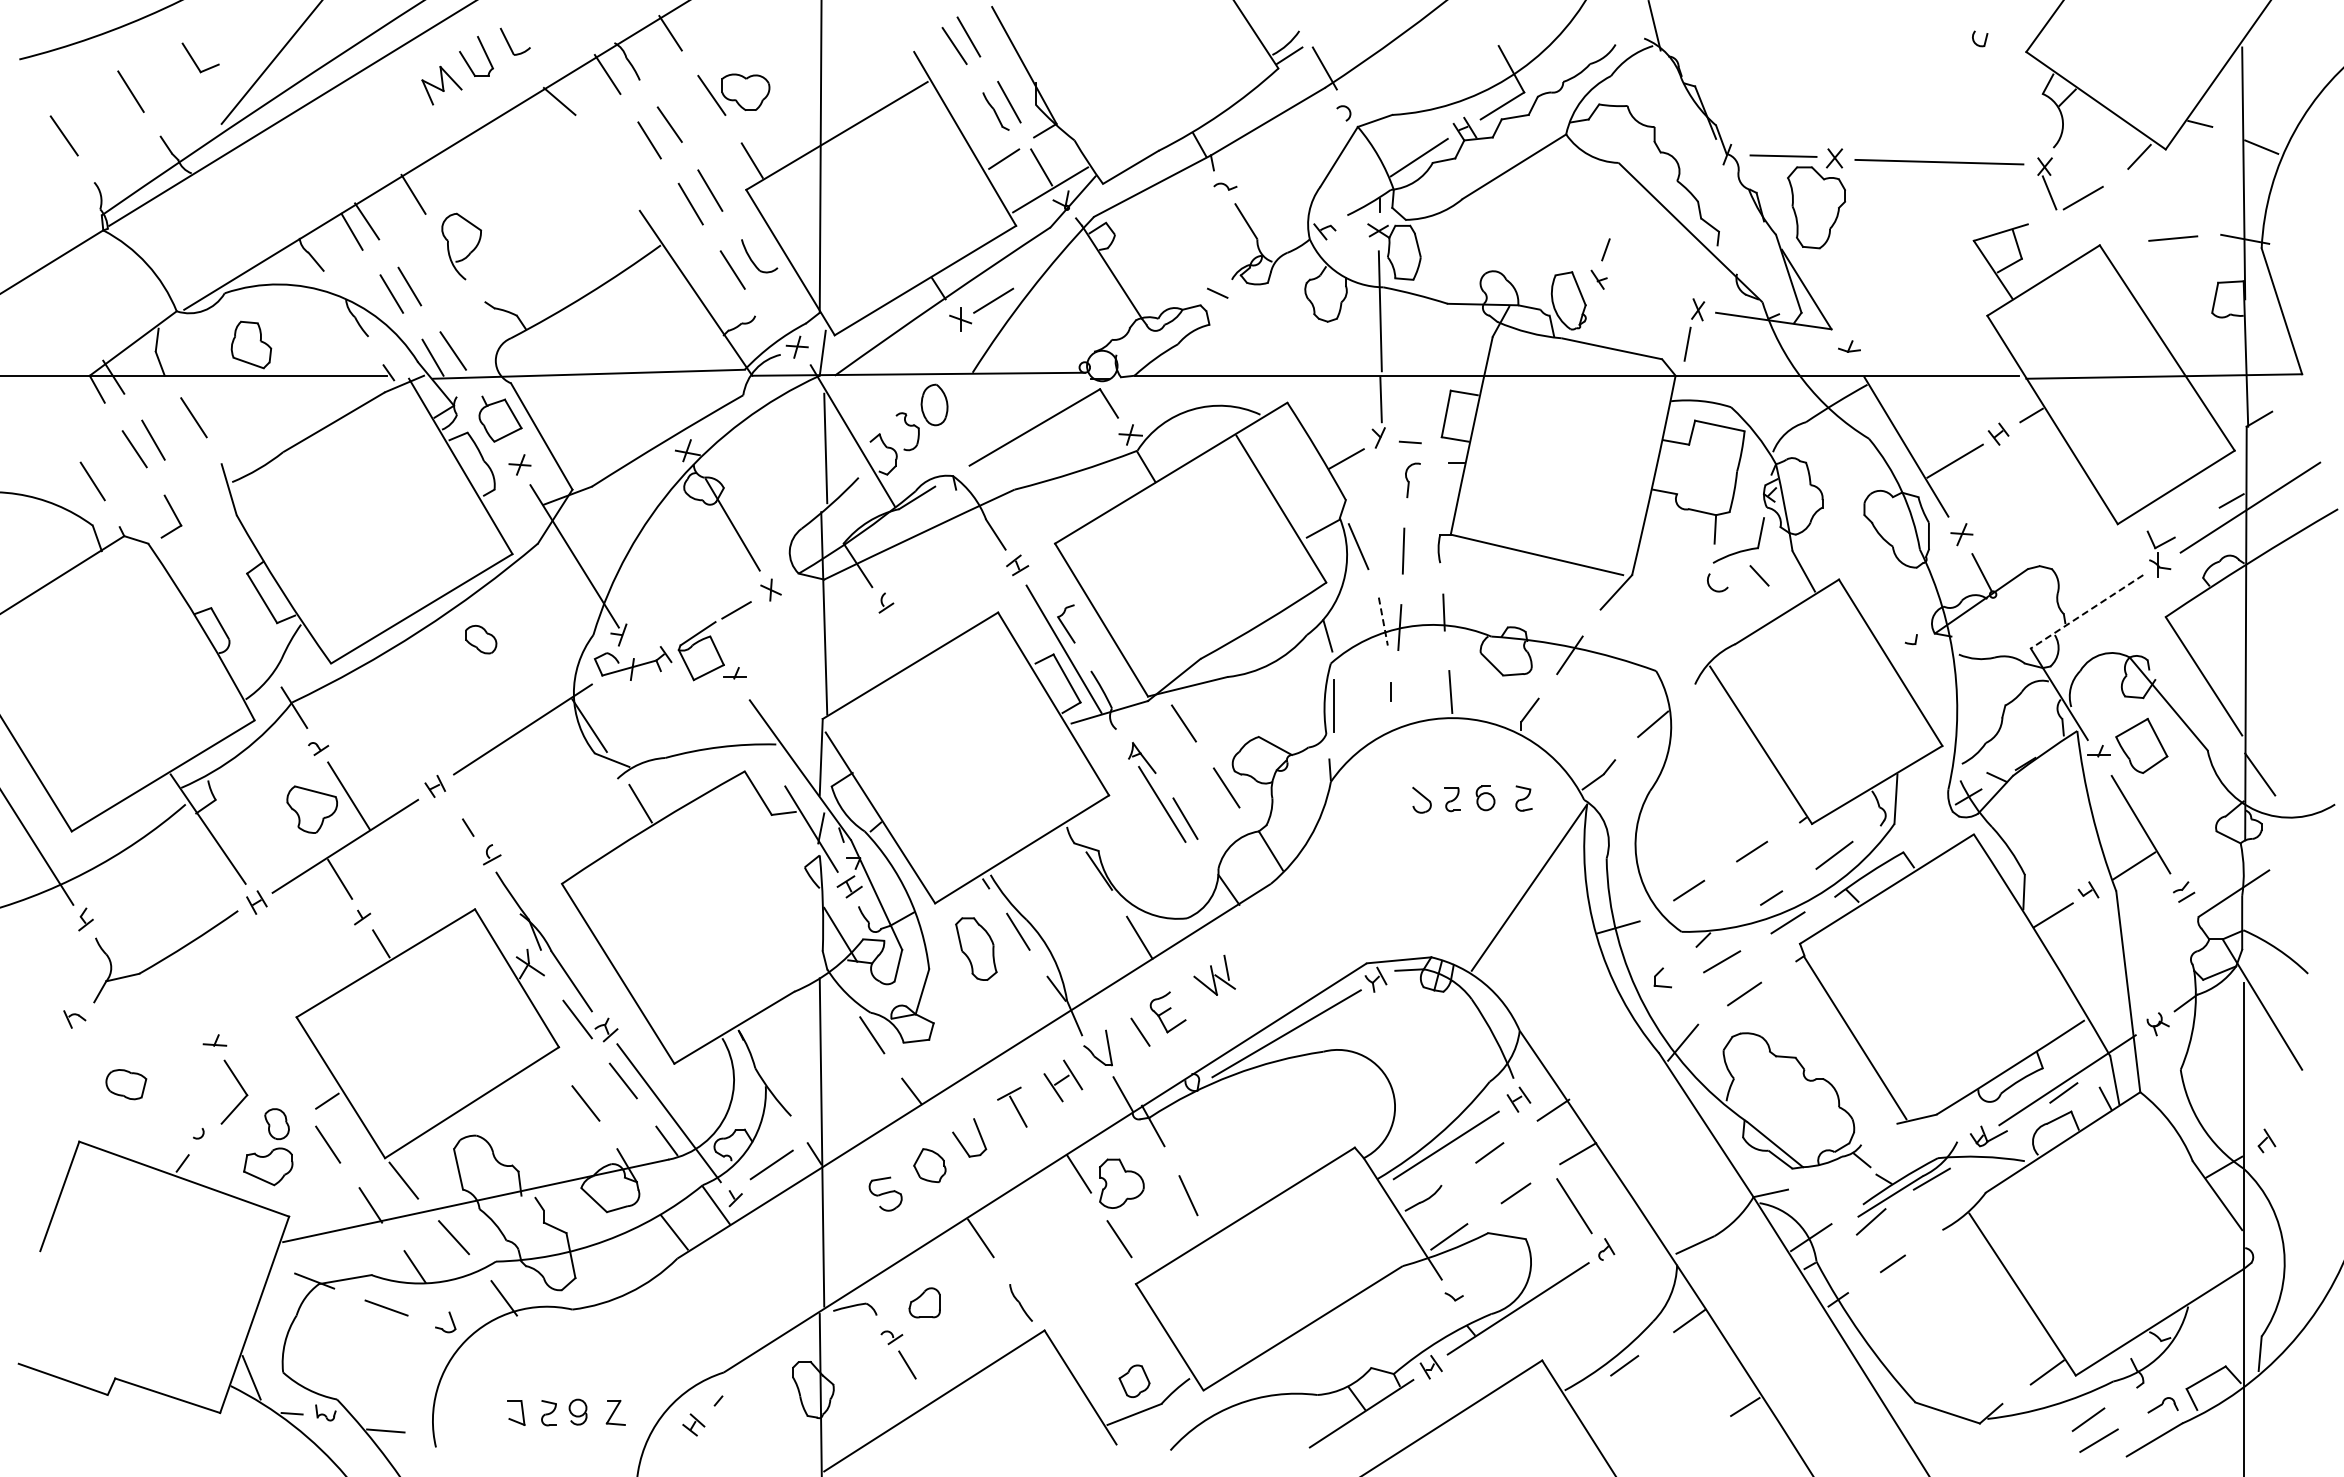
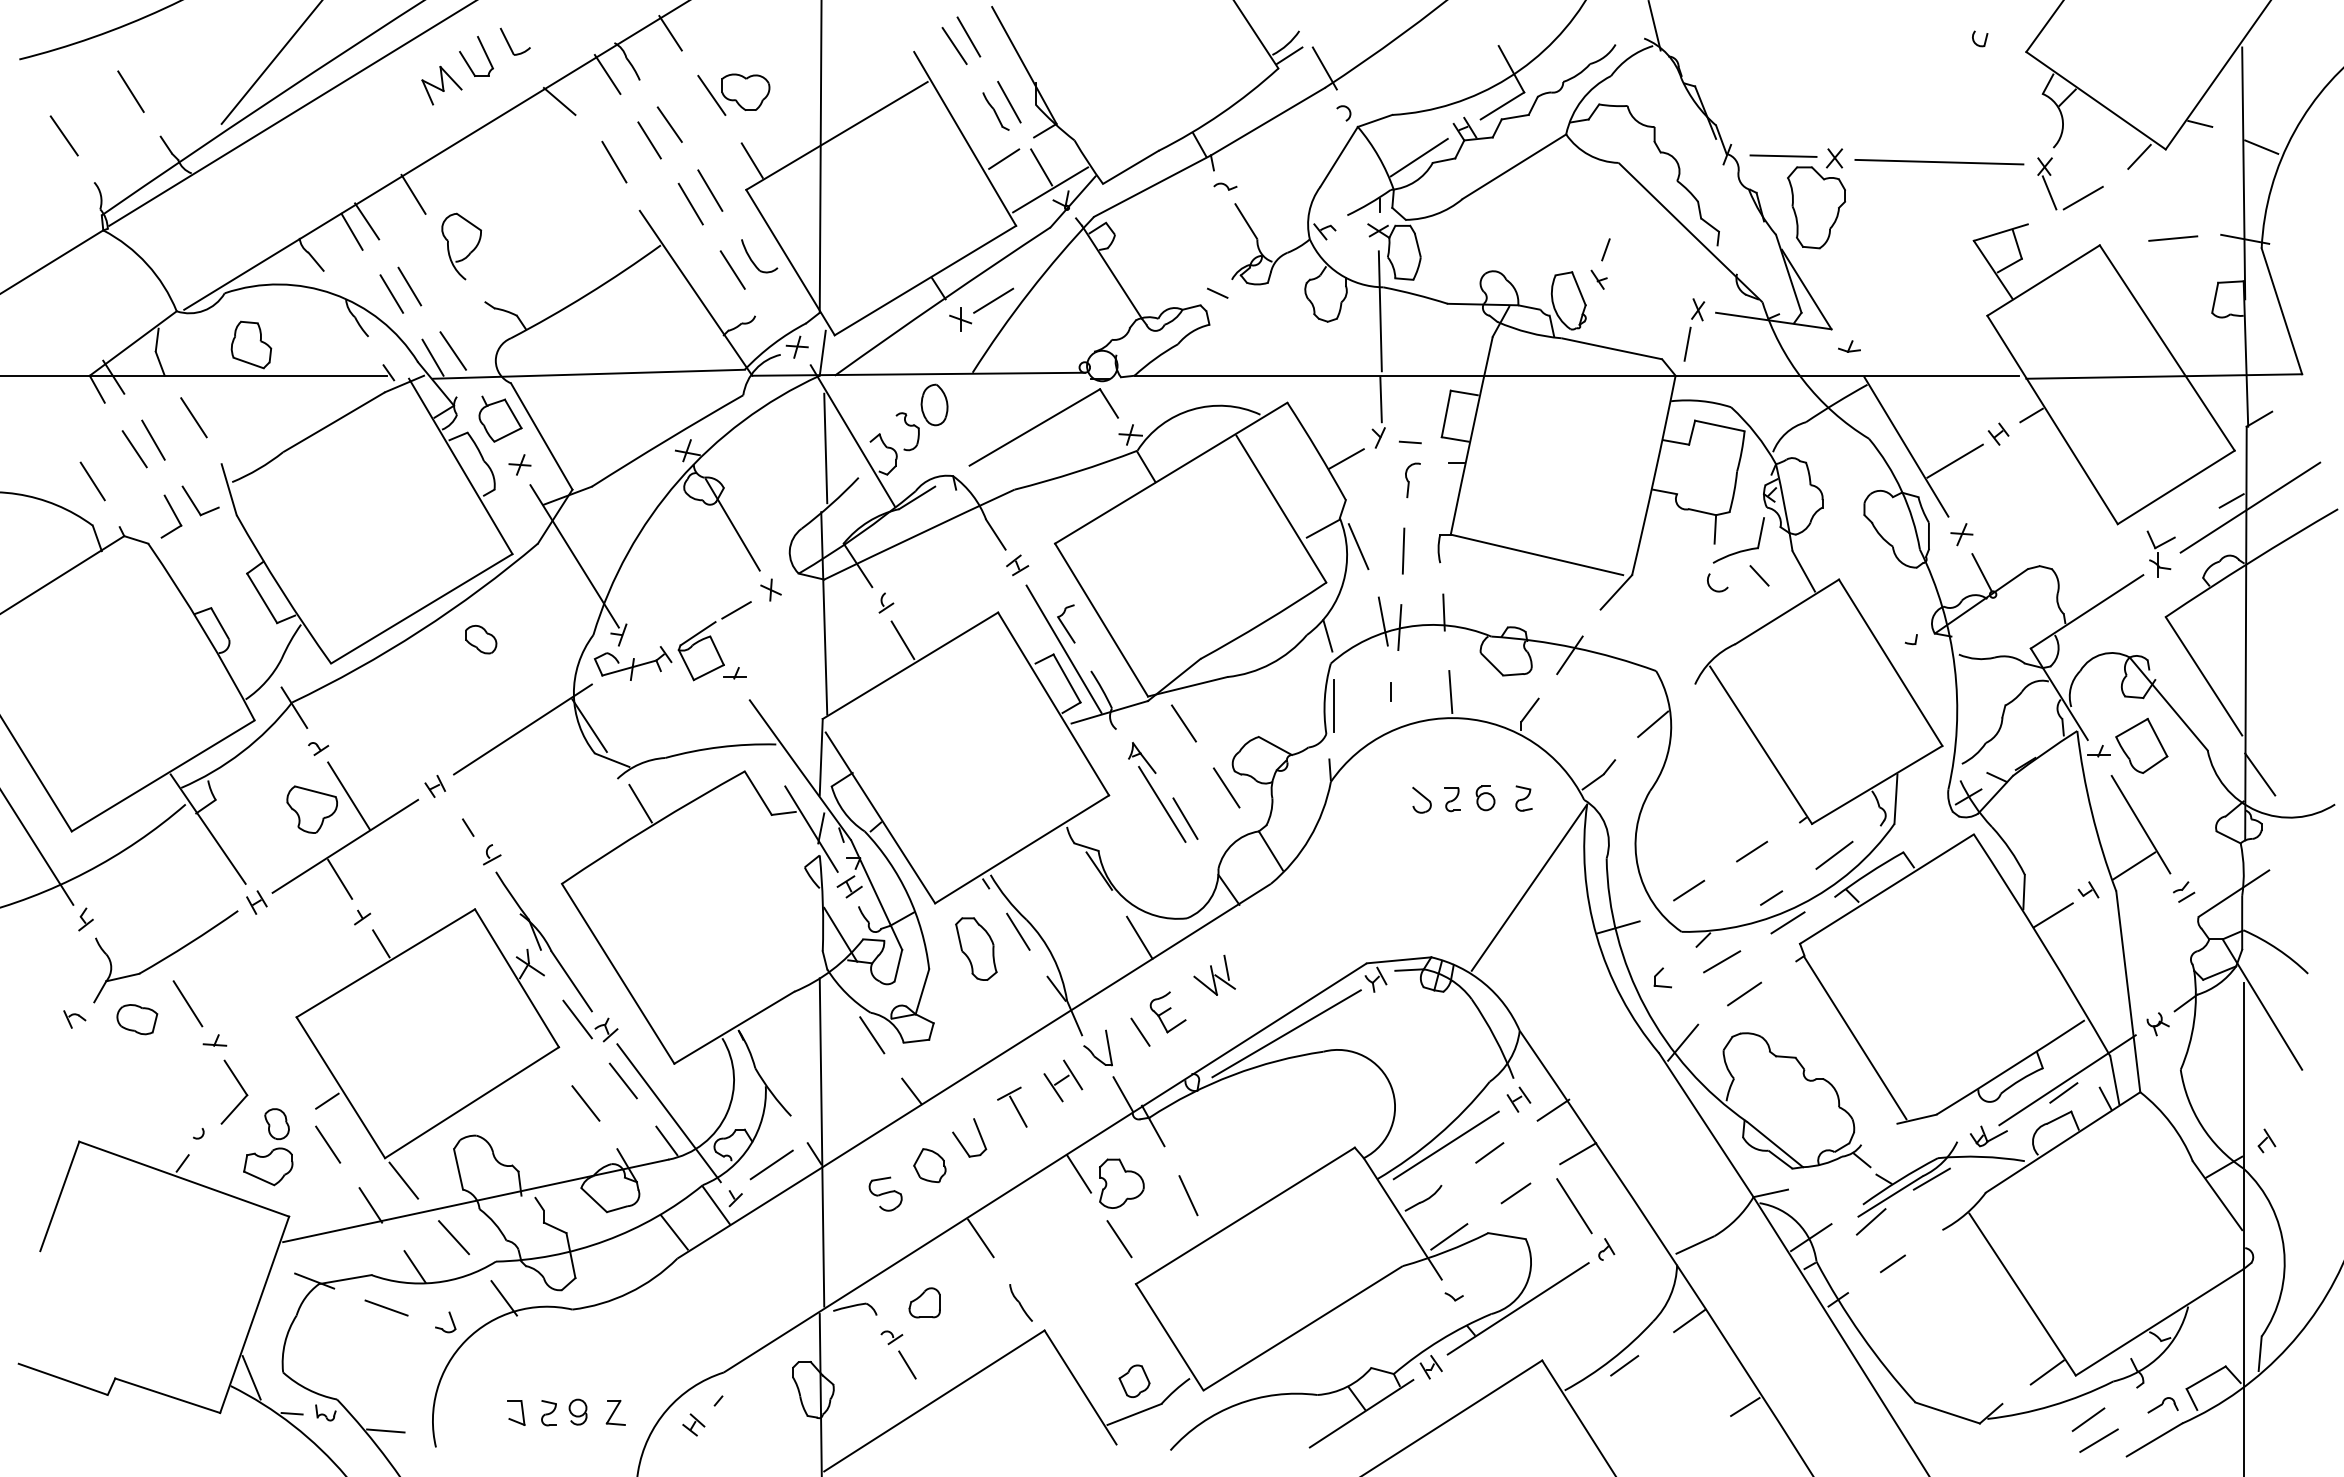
part at (195, 61) position: (195, 61) -> (195, 504)
line at (614, 161): none -> present
line at (2086, 612): dashed -> solid
line at (1383, 622): dashed -> solid
line at (902, 640): none -> present
line at (187, 1003): none -> present
part at (126, 1084) position: (126, 1084) -> (137, 1019)
